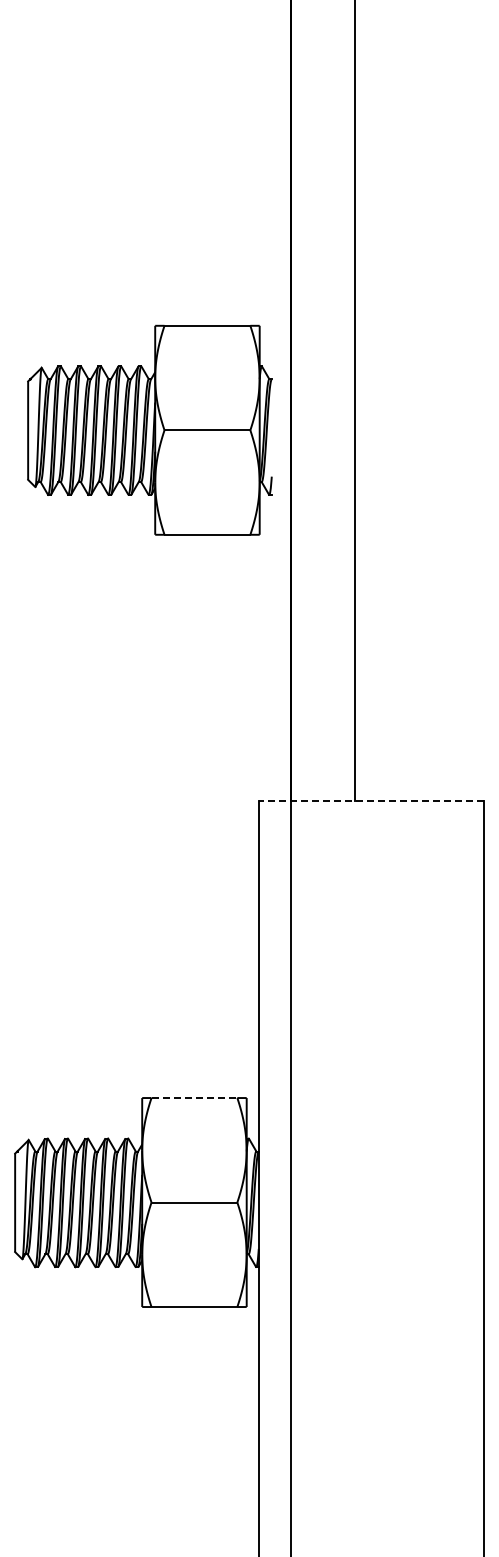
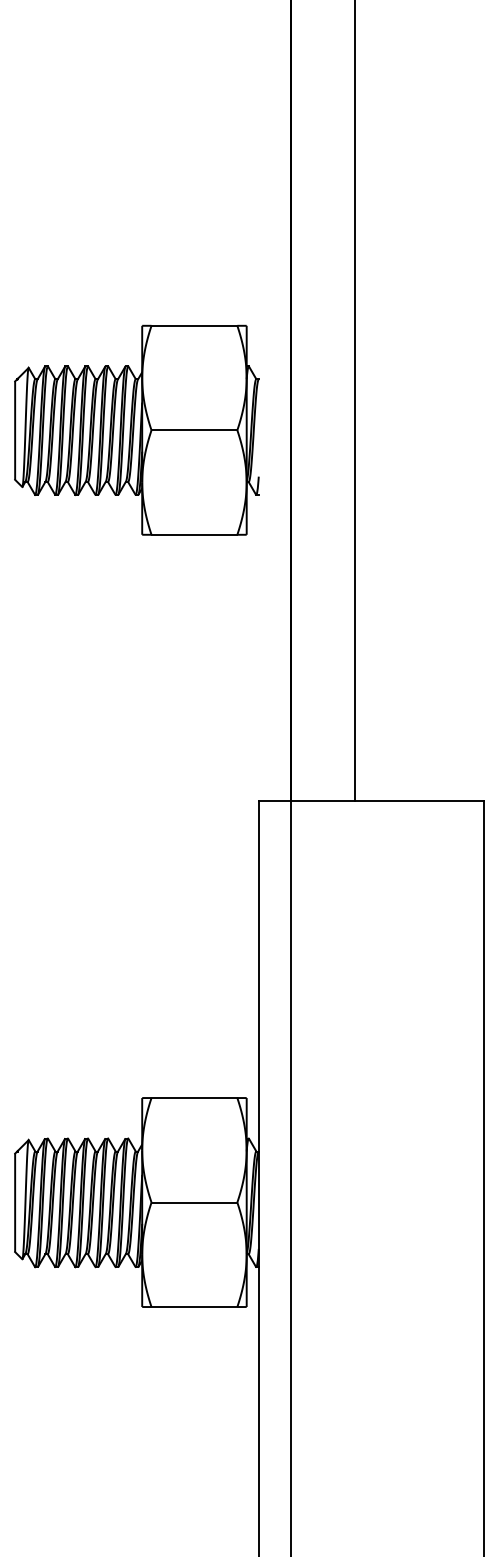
part at (149, 429) position: (149, 429) -> (136, 429)
line at (371, 800): dashed -> solid
line at (194, 1098): dashed -> solid
